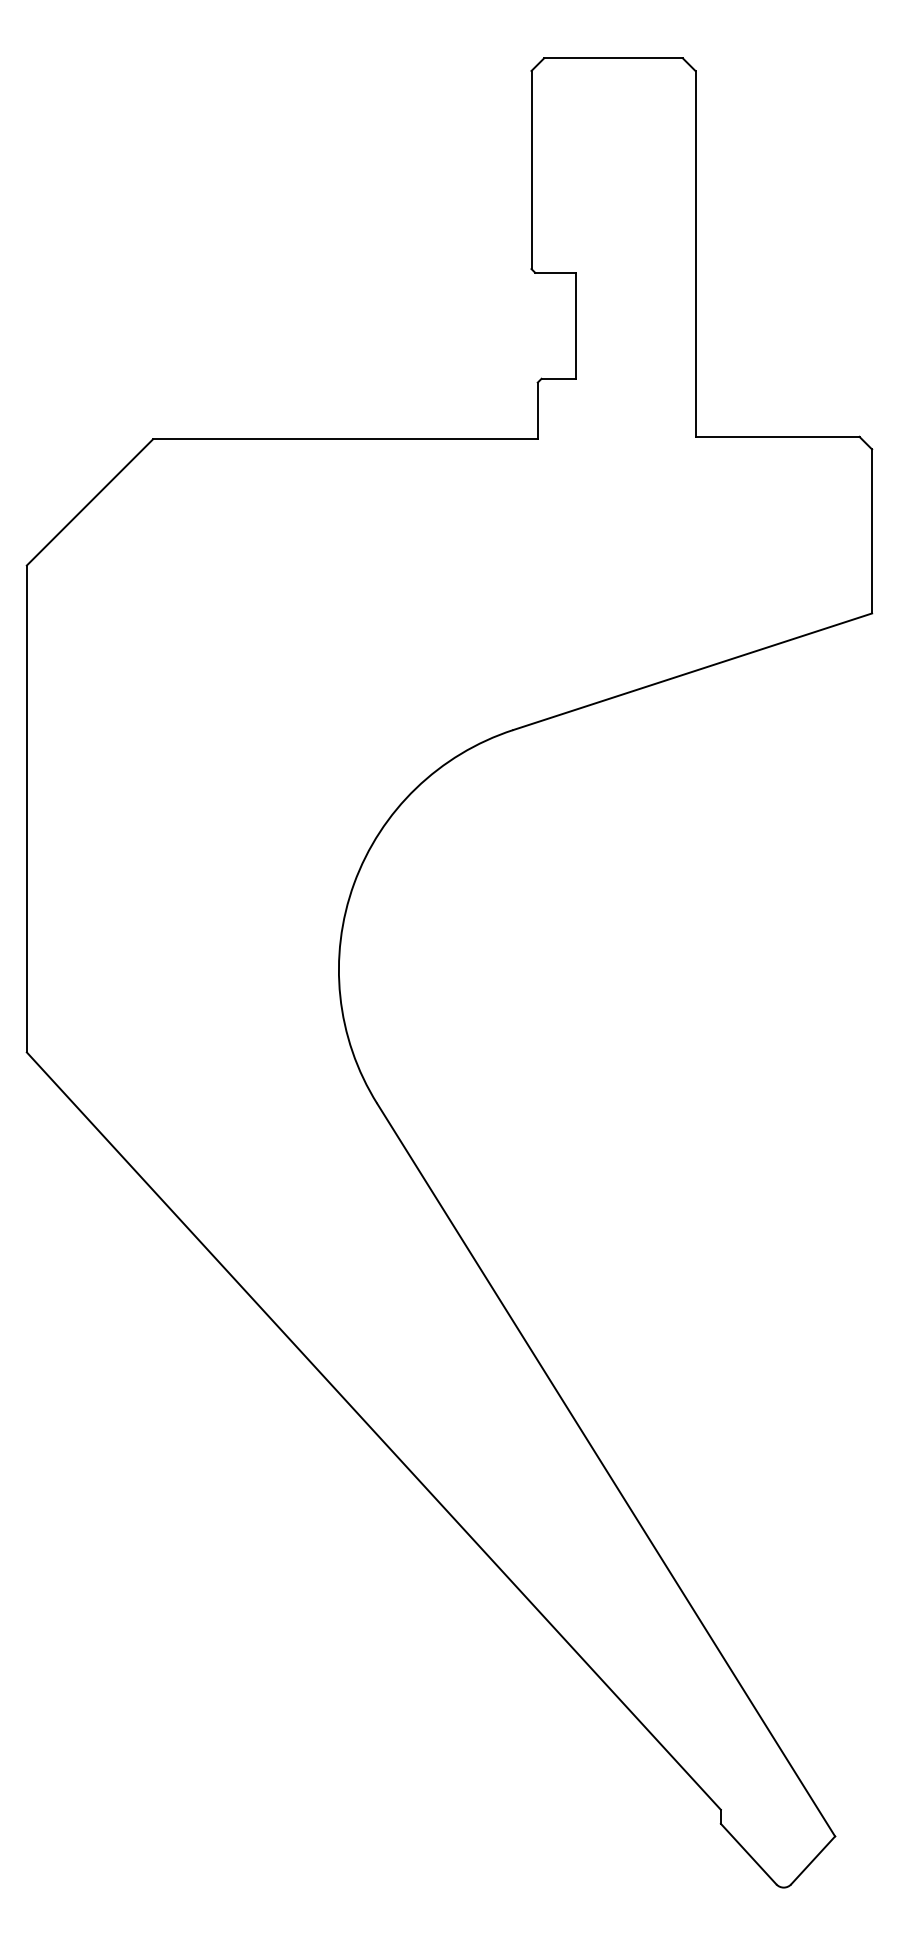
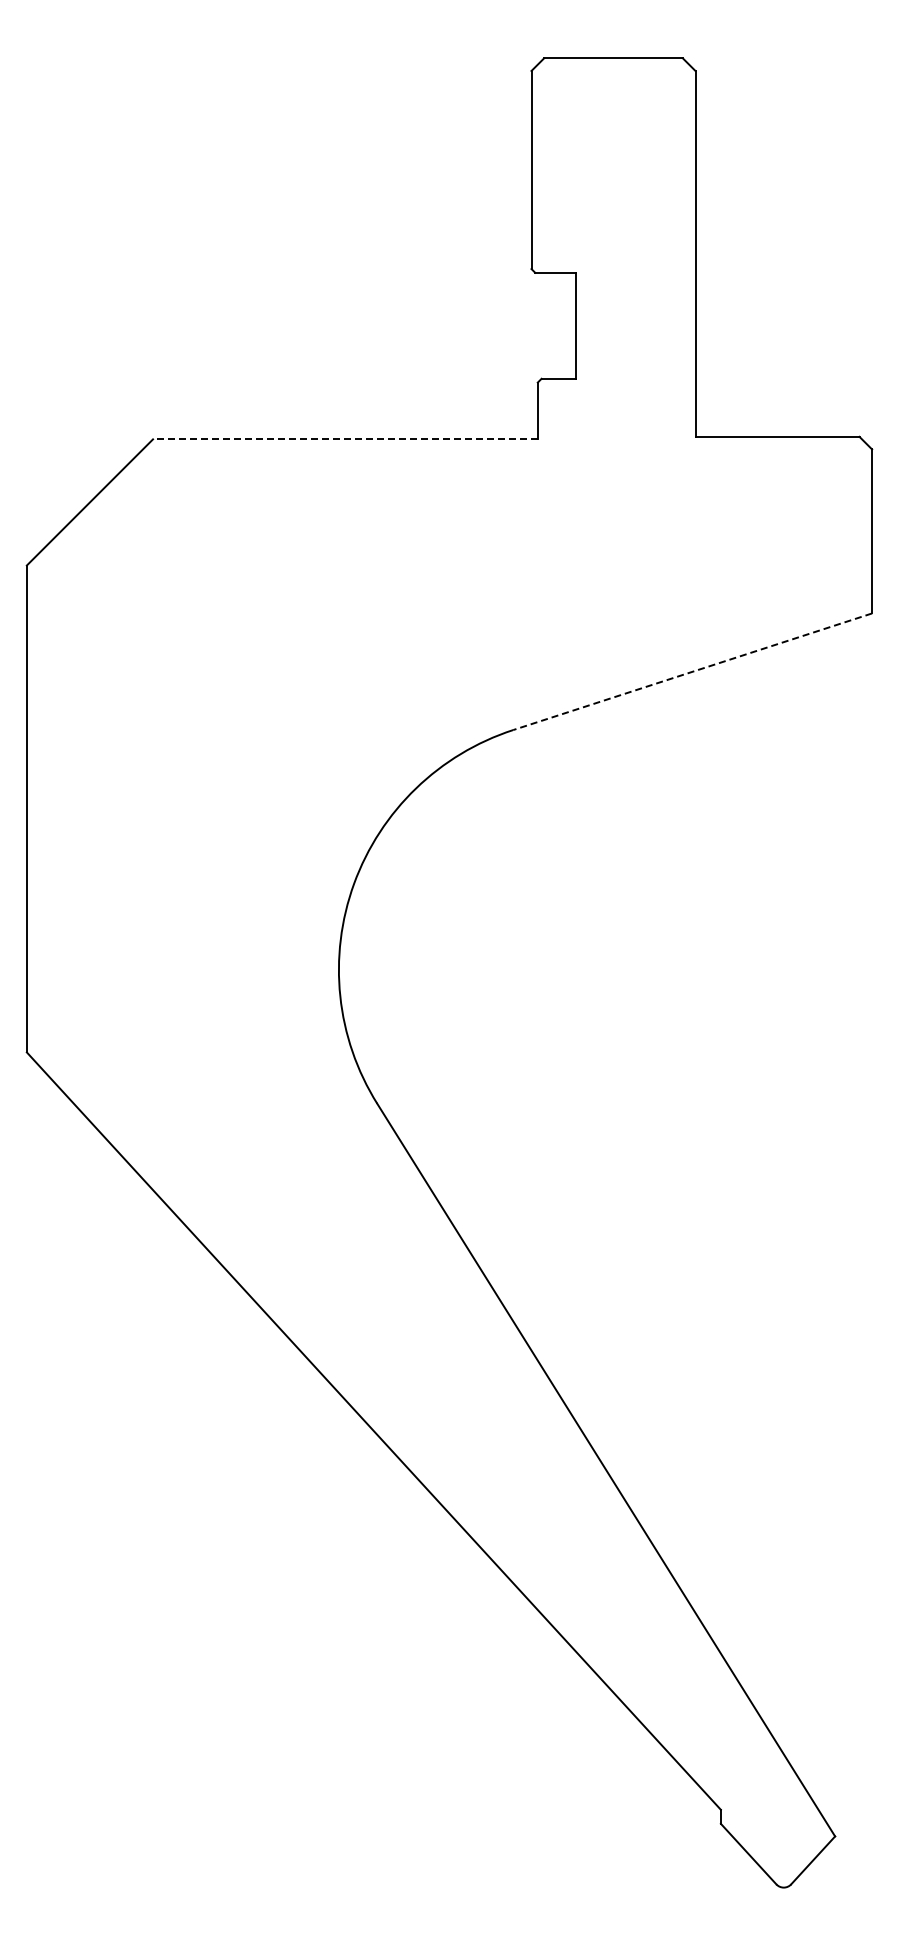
line at (344, 439): solid -> dashed
line at (692, 671): solid -> dashed
